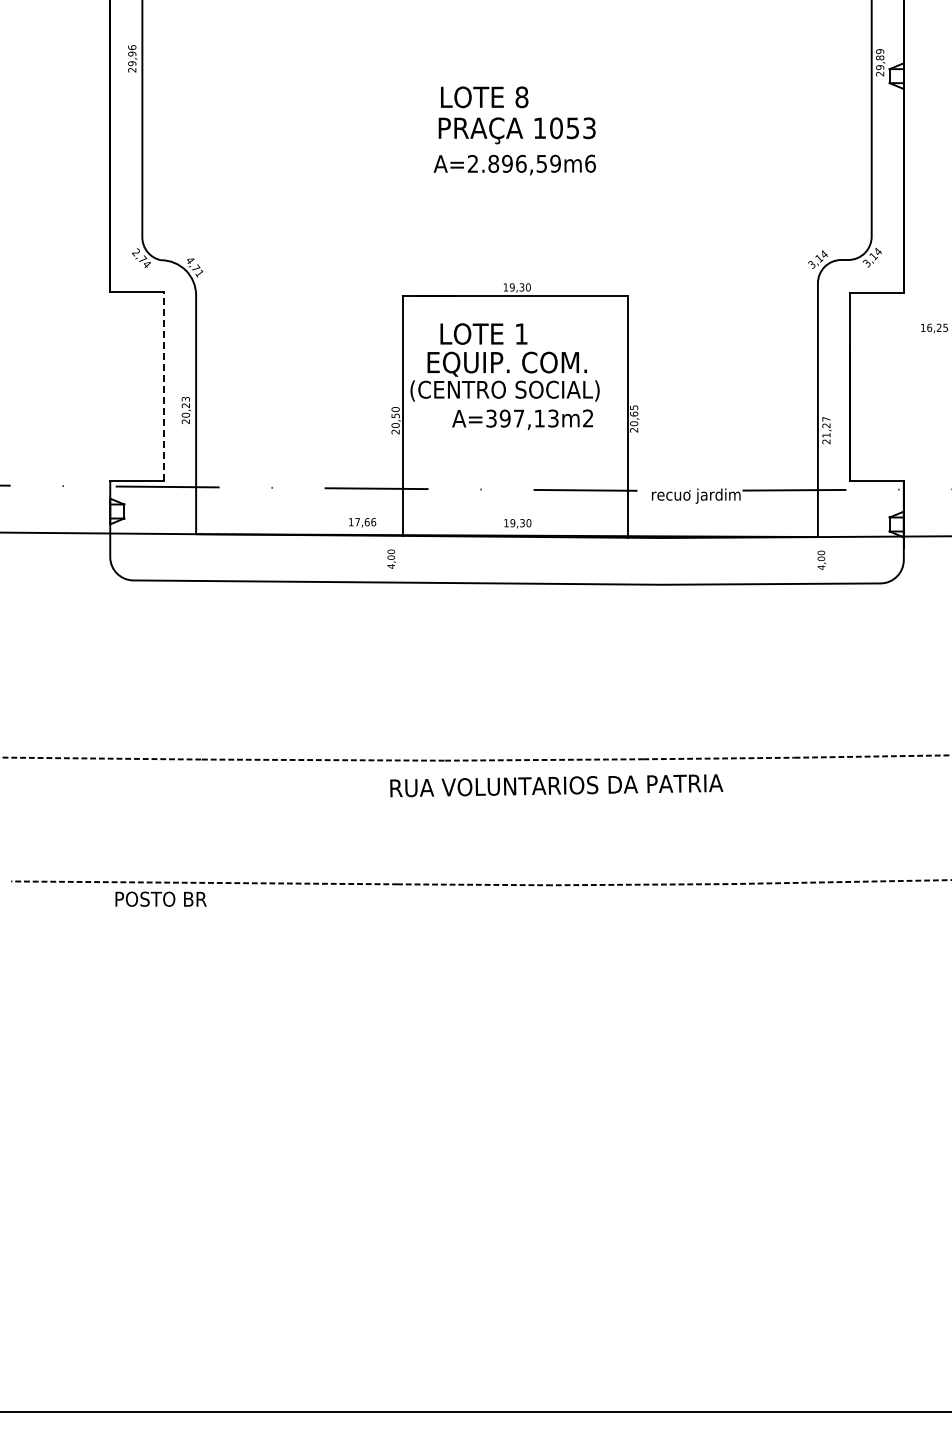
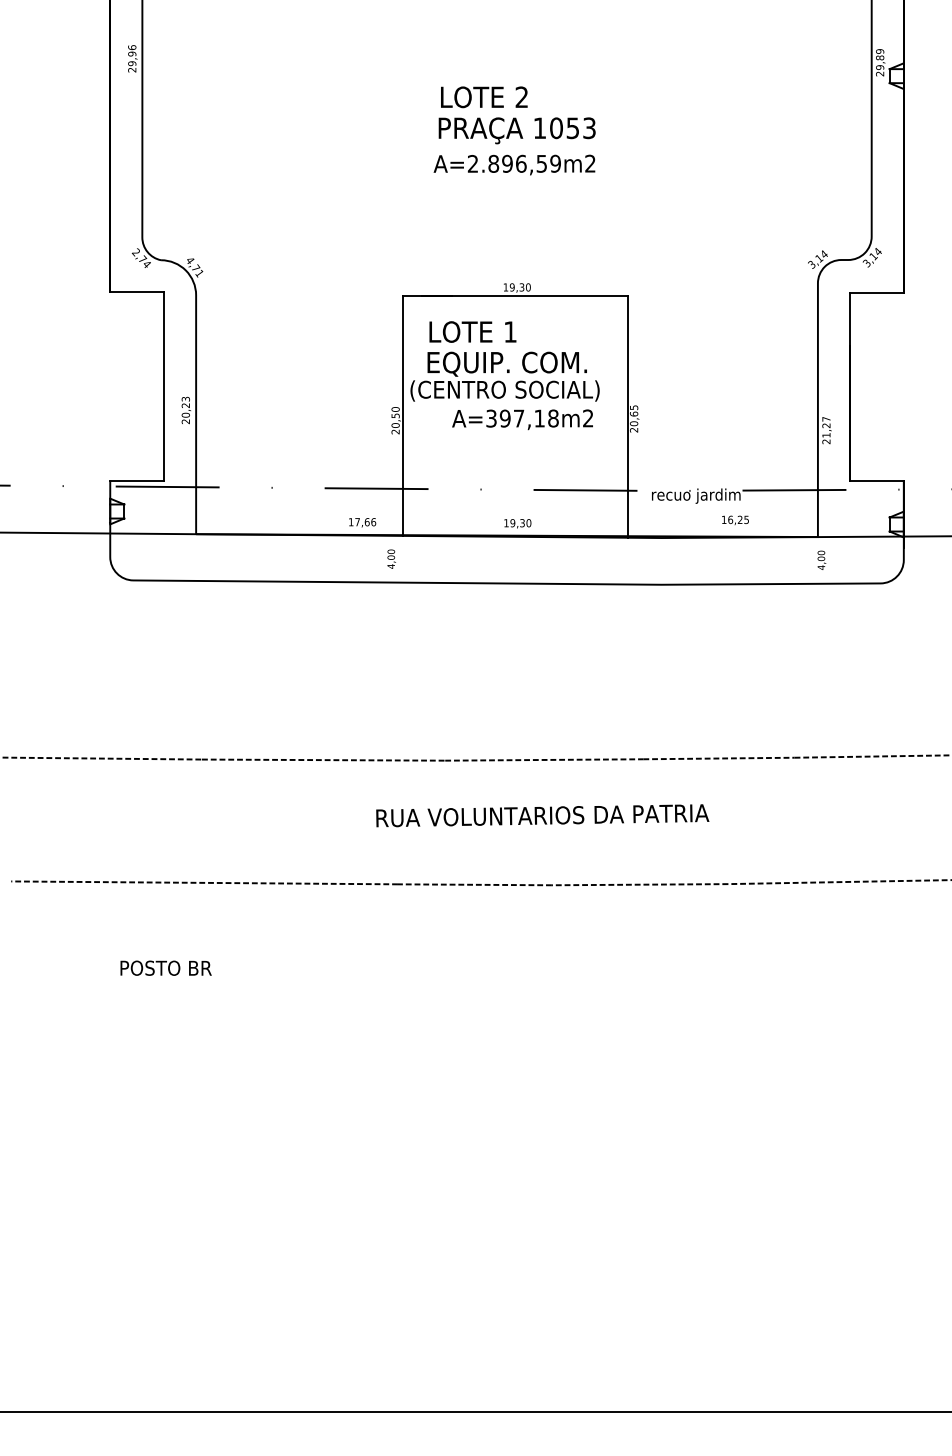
text at (521, 97): 8 -> 2
text at (590, 163): A=2.896,59m6 -> A=2.896,59m2
text at (934, 327) position: (934, 327) -> (735, 519)
text at (483, 333) position: (483, 333) -> (472, 331)
line at (164, 385): dashed -> solid
text at (553, 418): A=397,13m2 -> A=397,18m2
text at (556, 785) position: (556, 785) -> (542, 815)
text at (160, 898) position: (160, 898) -> (165, 967)
